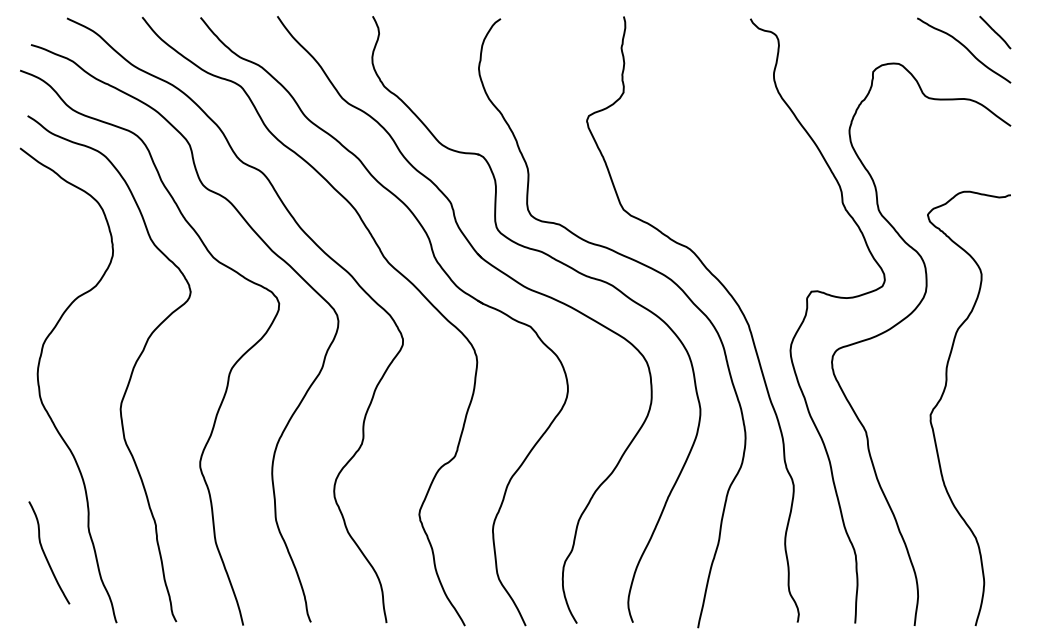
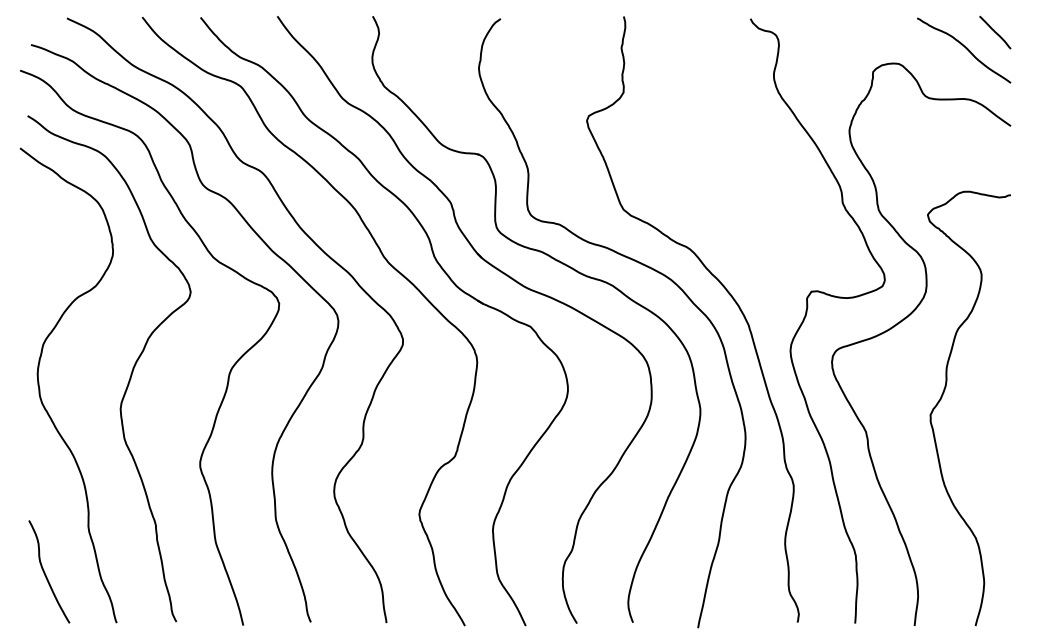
curve at (45, 553) position: (45, 553) -> (45, 572)
